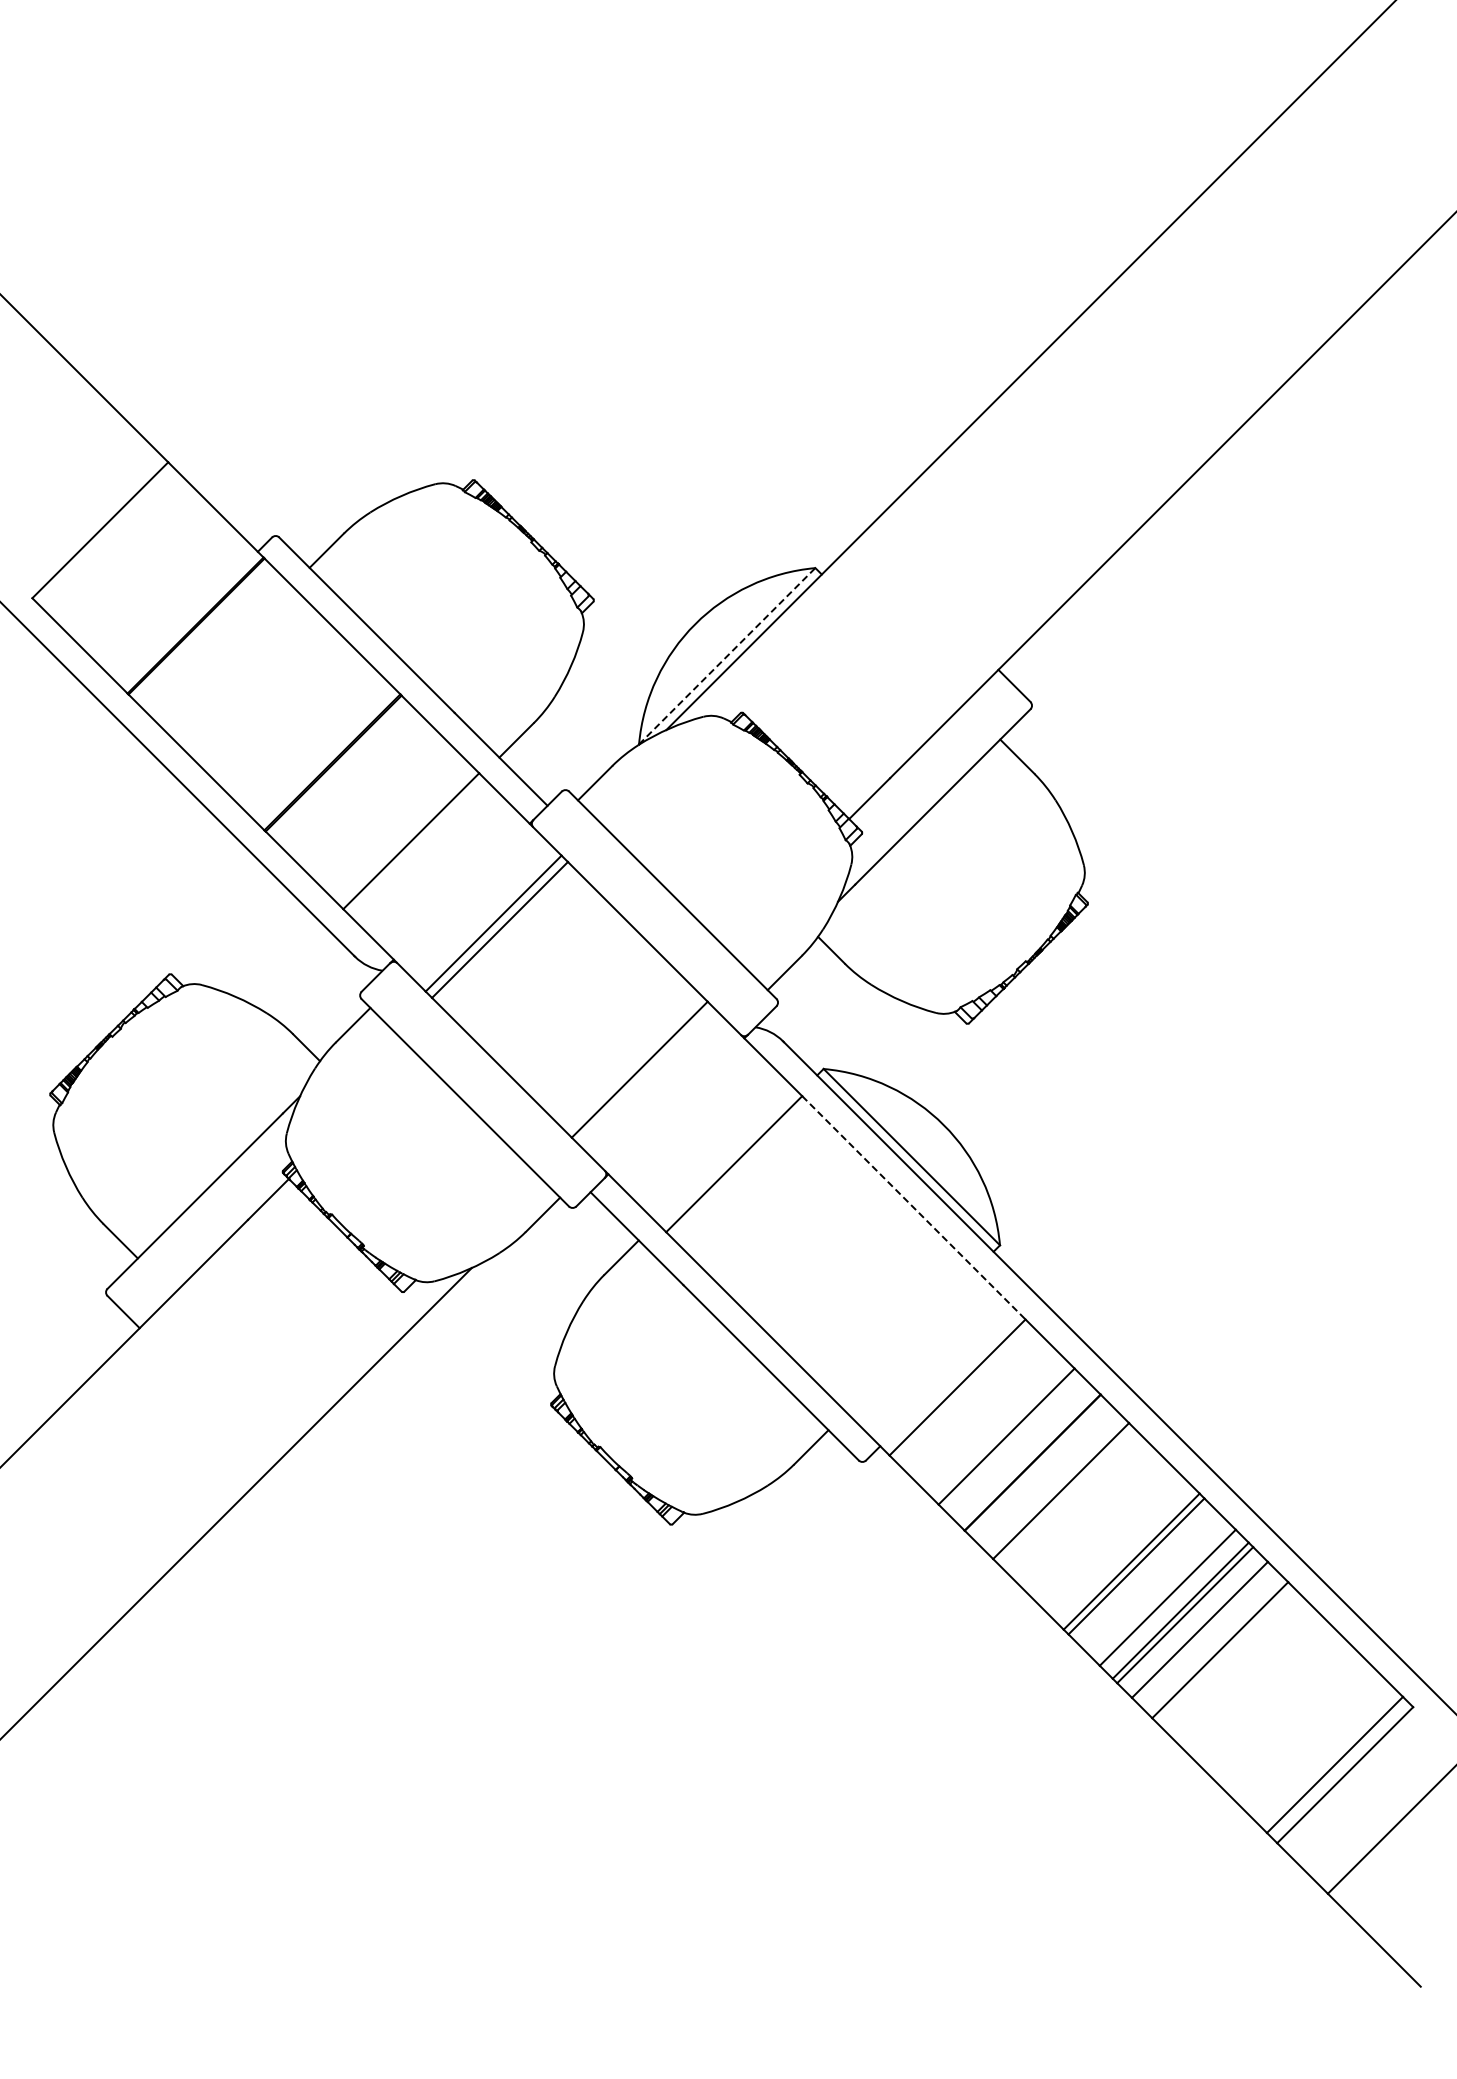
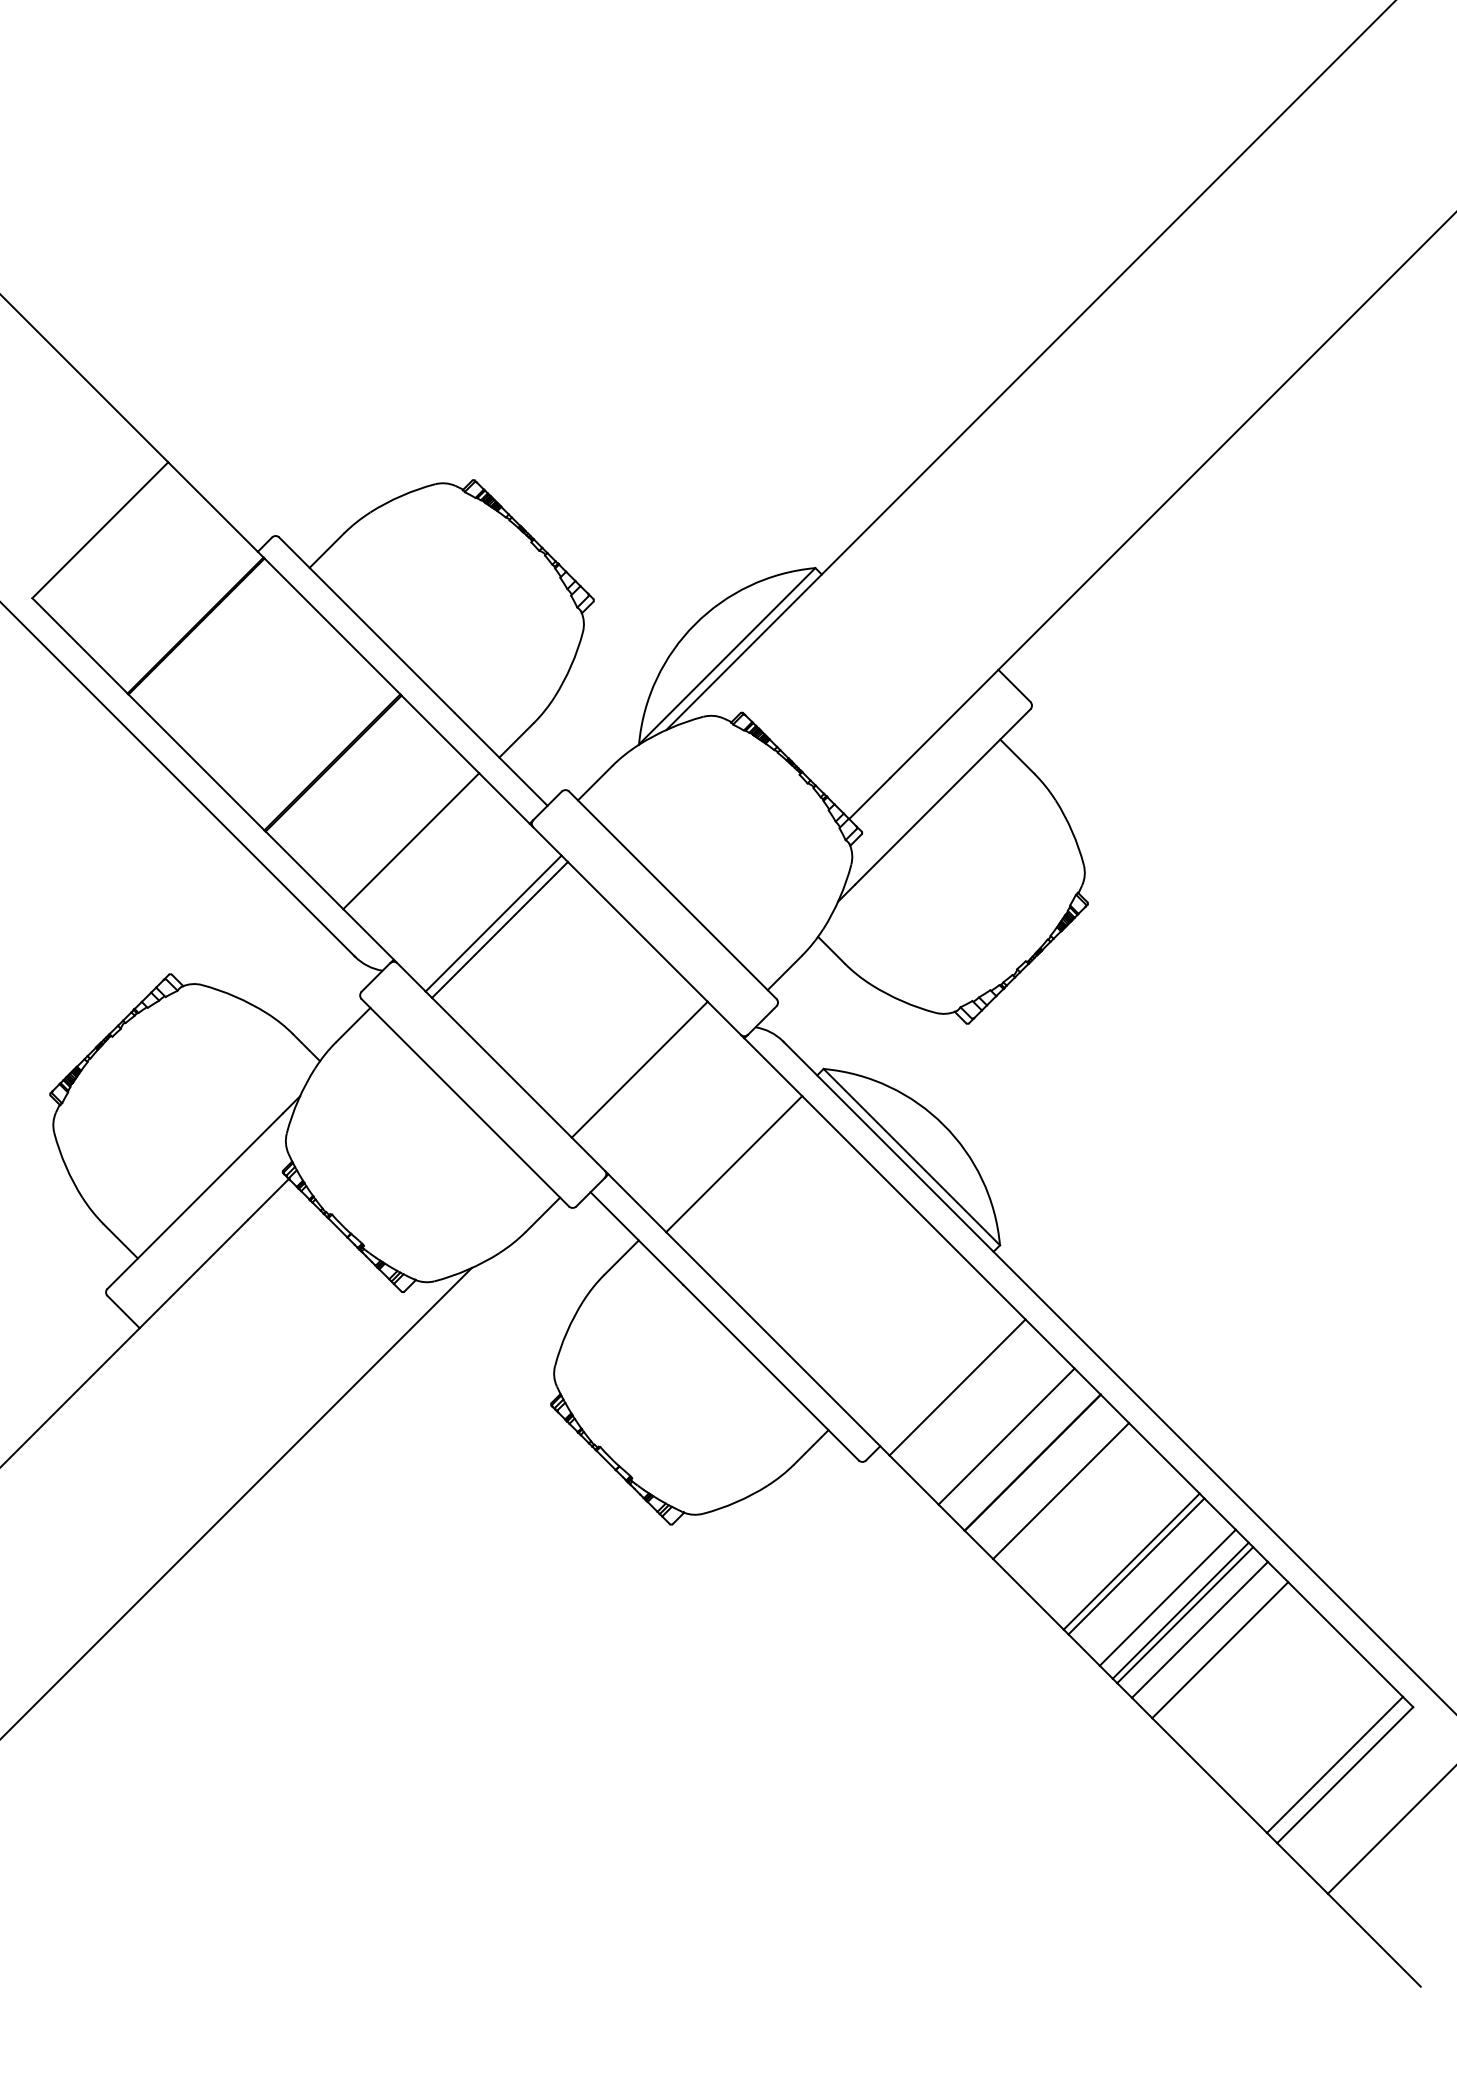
line at (727, 656): dashed -> solid
line at (913, 1207): dashed -> solid
